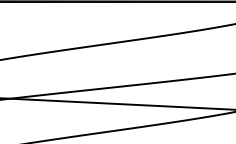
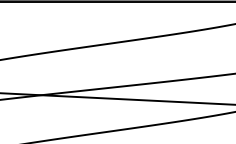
line at (117, 103) position: (117, 103) -> (117, 98)
